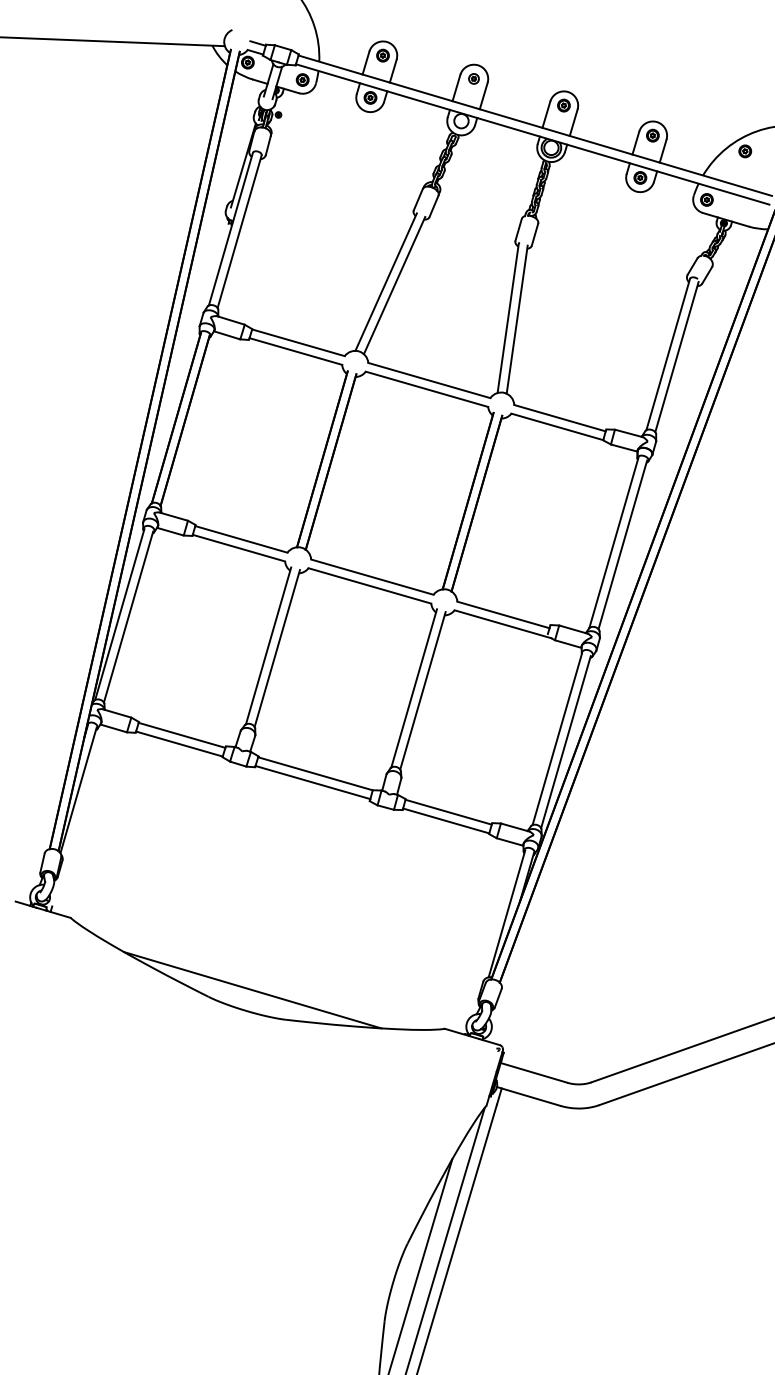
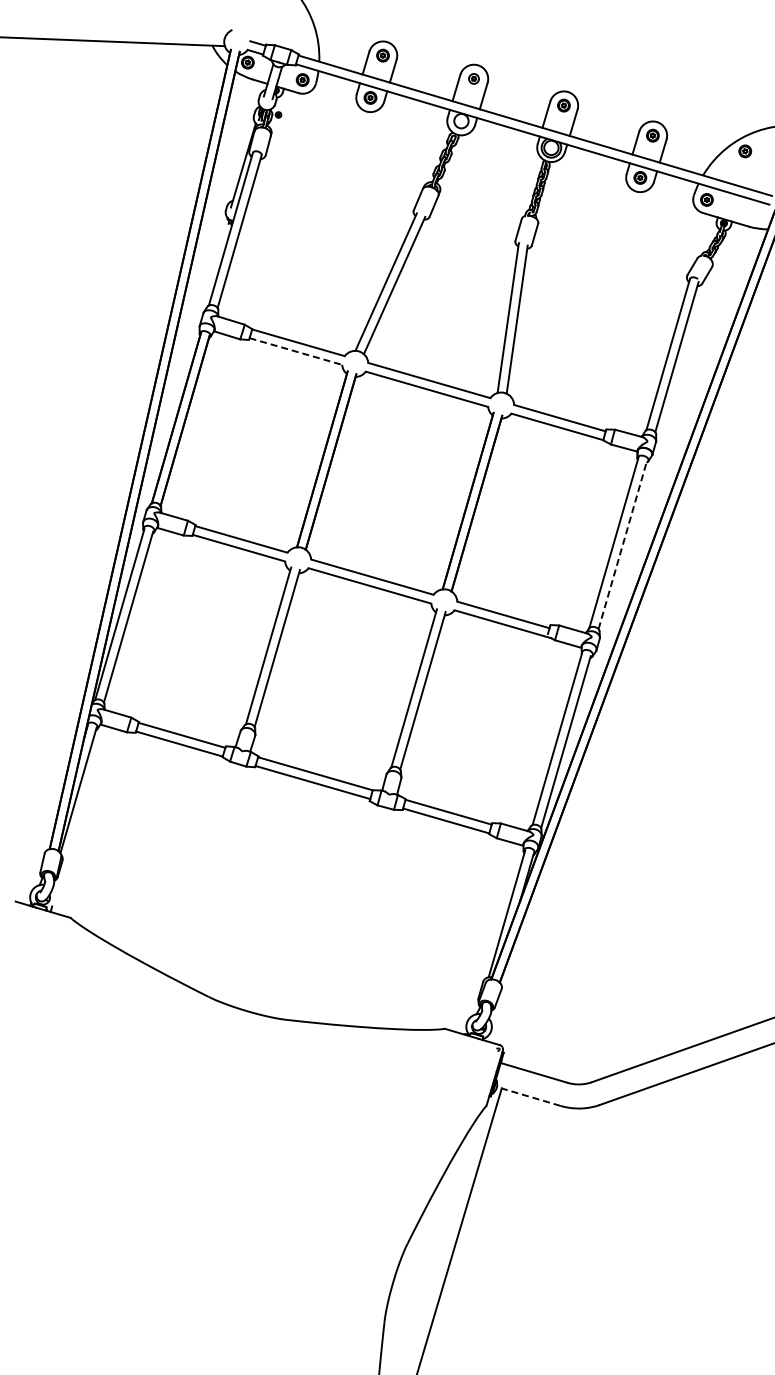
line at (296, 351): solid -> dashed
line at (622, 544): solid -> dashed
line at (252, 990): present -> none
line at (528, 1096): solid -> dashed
line at (445, 1239): present -> none
line at (420, 1265): present -> none
